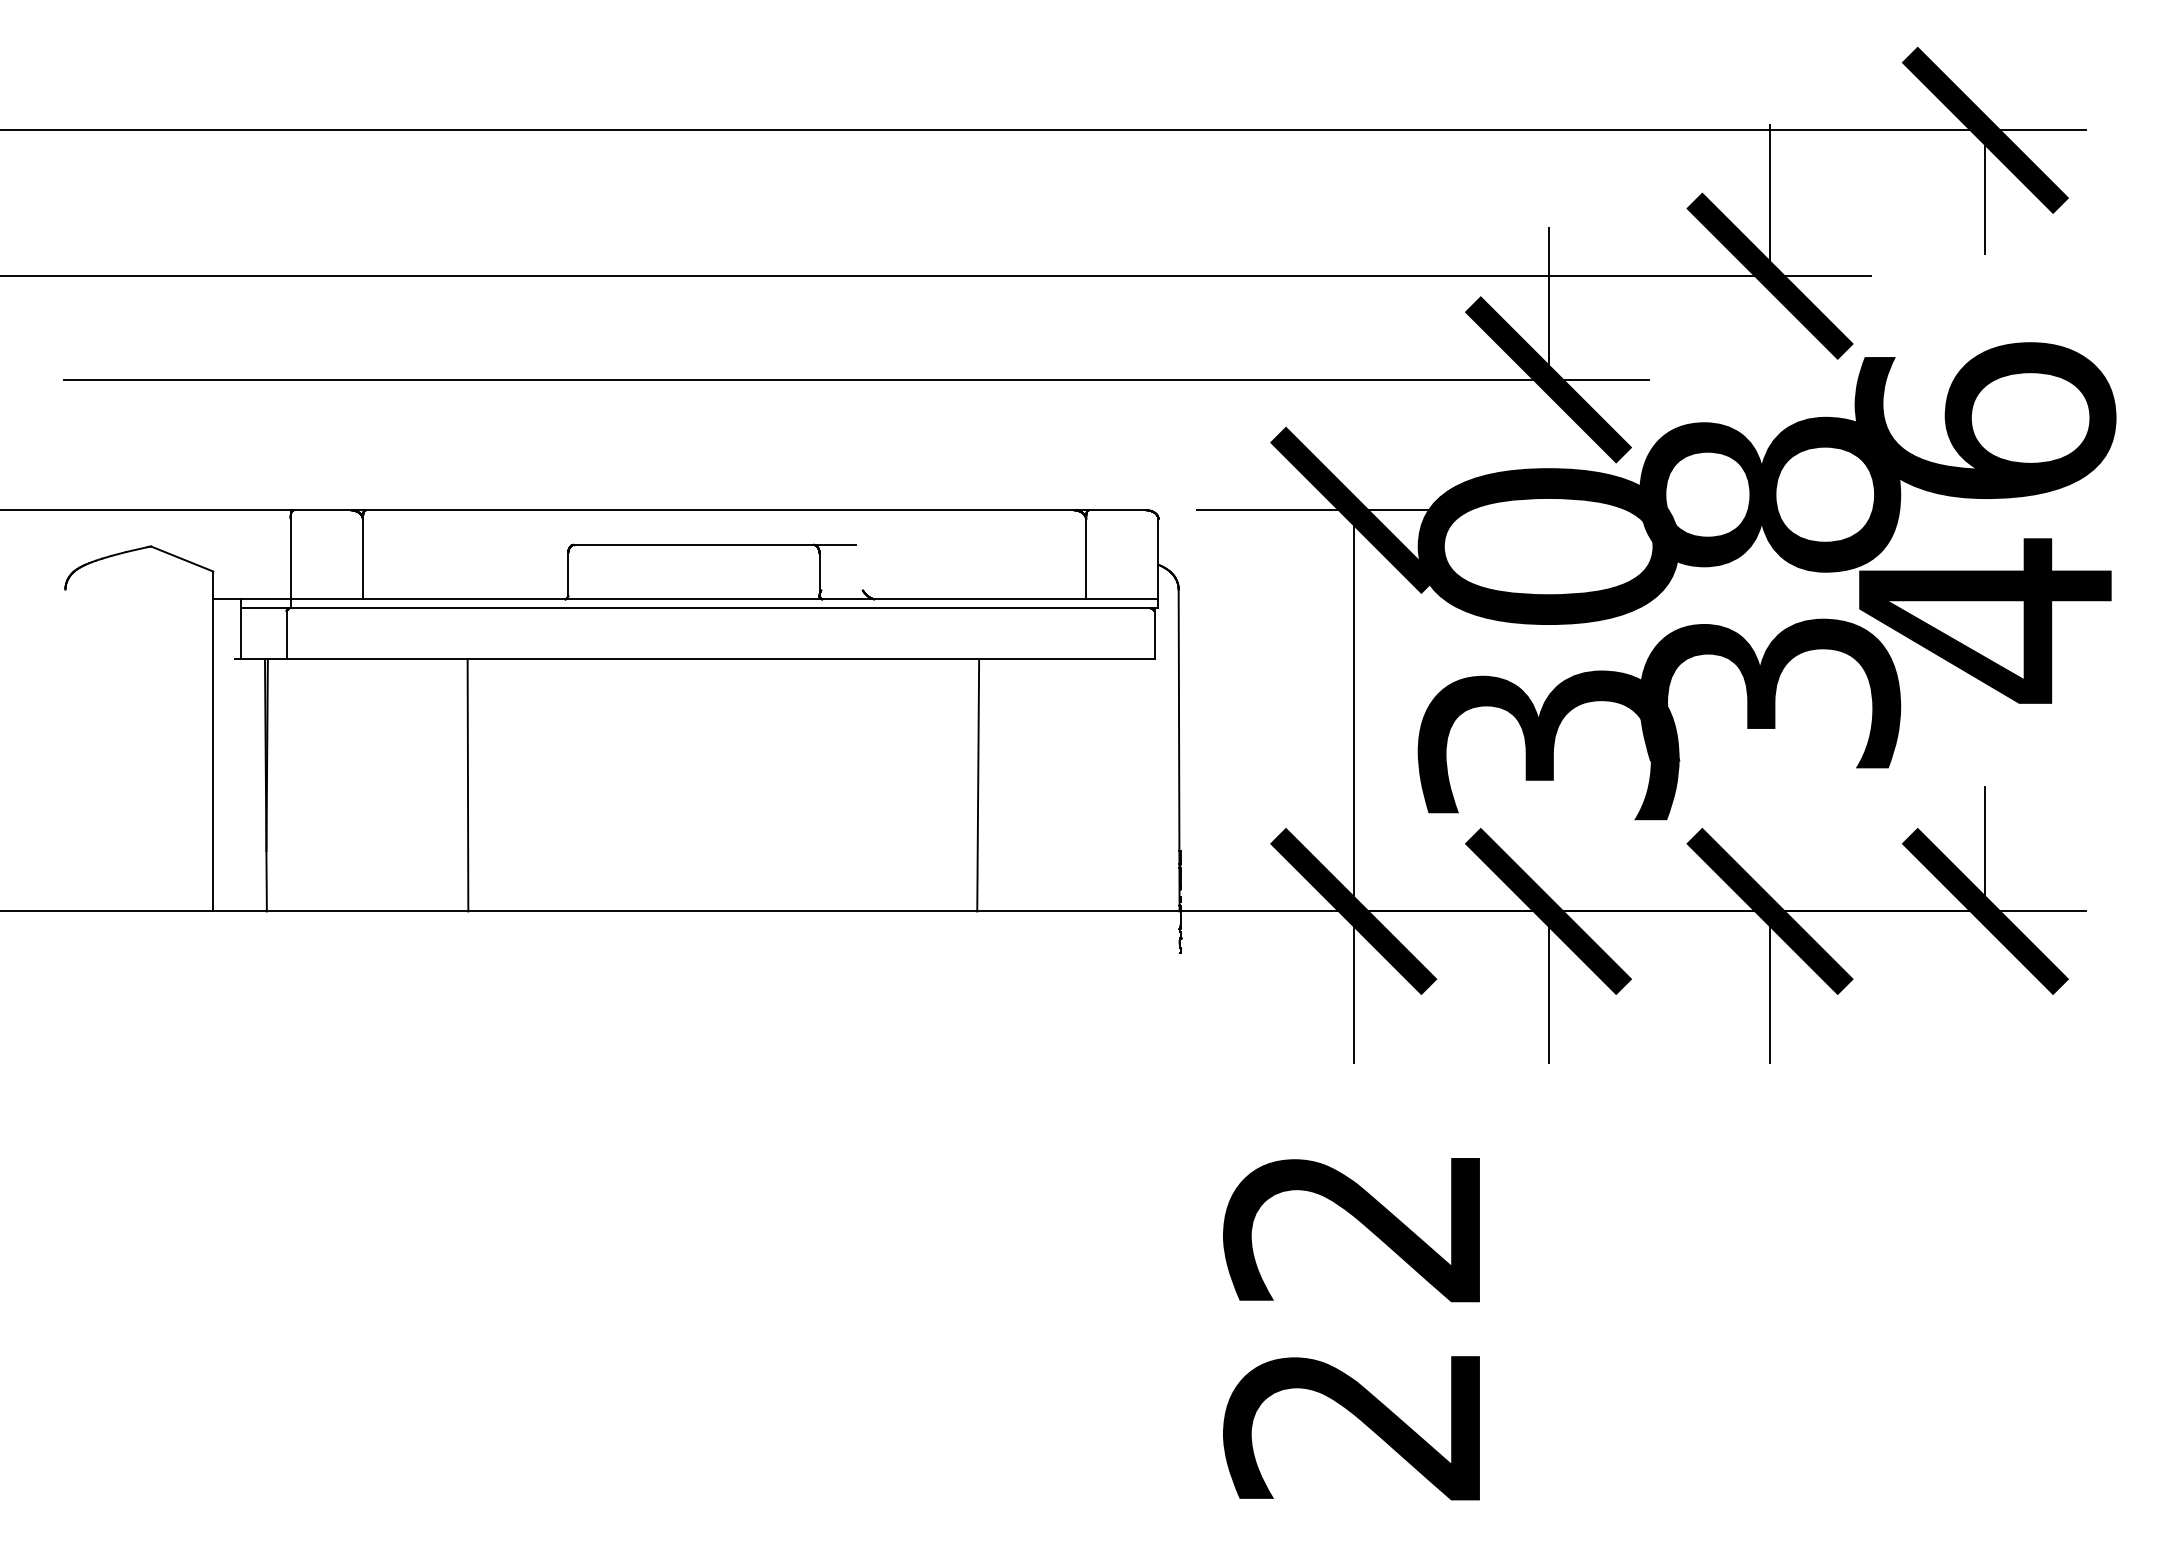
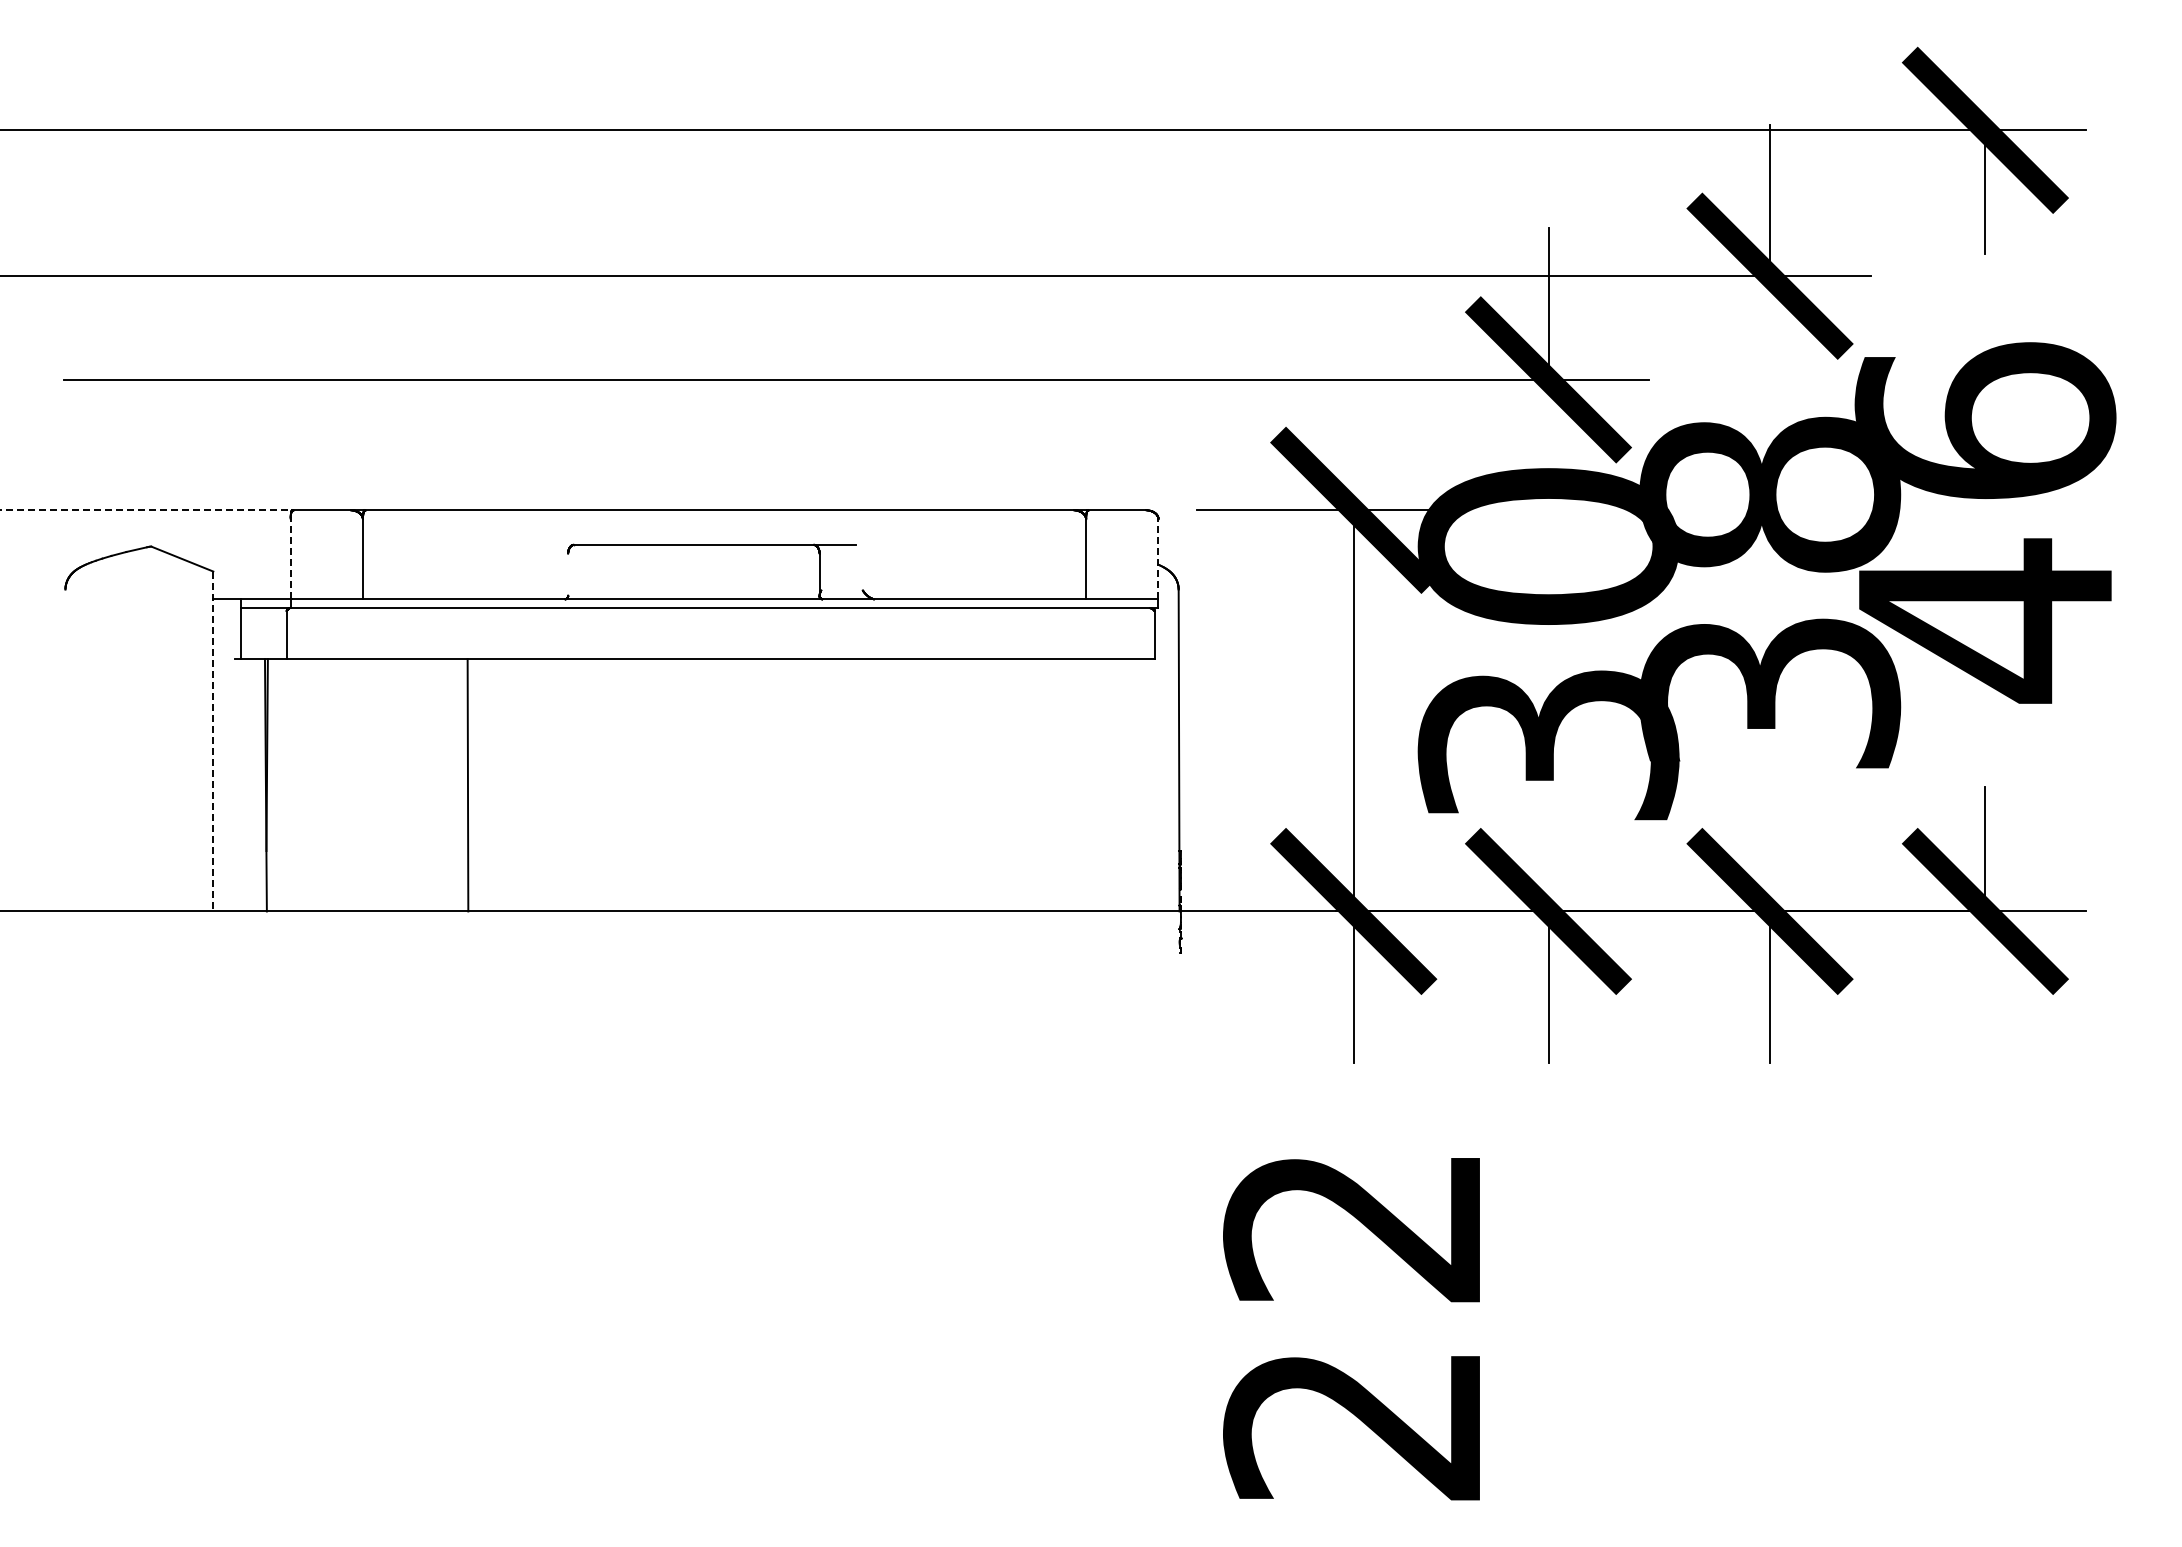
line at (146, 510): solid -> dashed
line at (290, 558): solid -> dashed
line at (1158, 558): solid -> dashed
line at (568, 574): present -> none
line at (213, 741): solid -> dashed
line at (978, 785): present -> none
